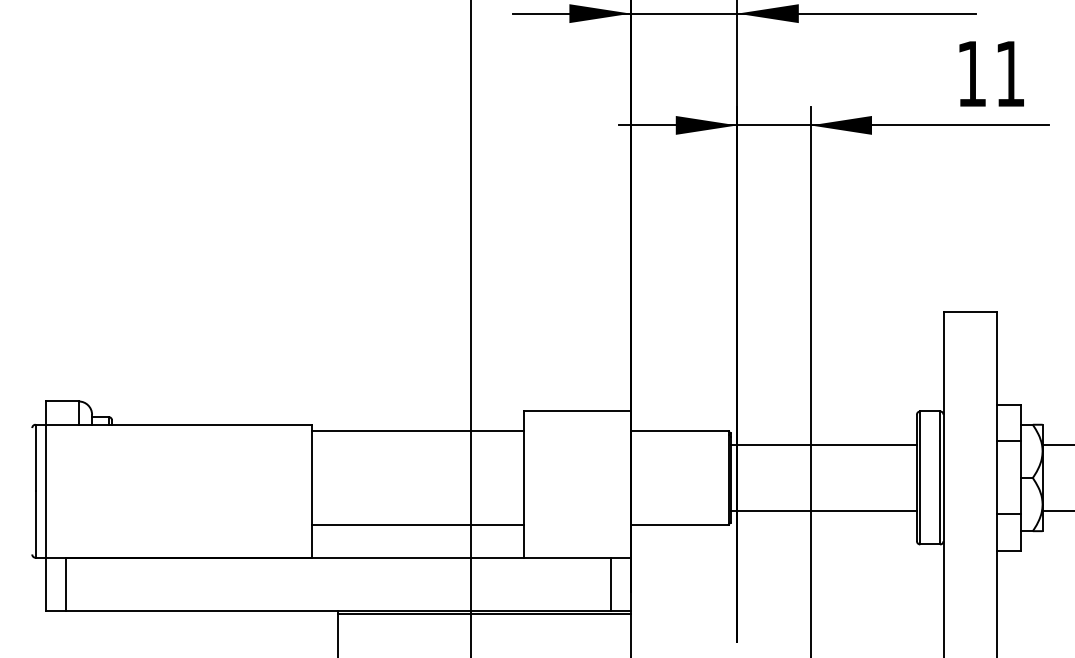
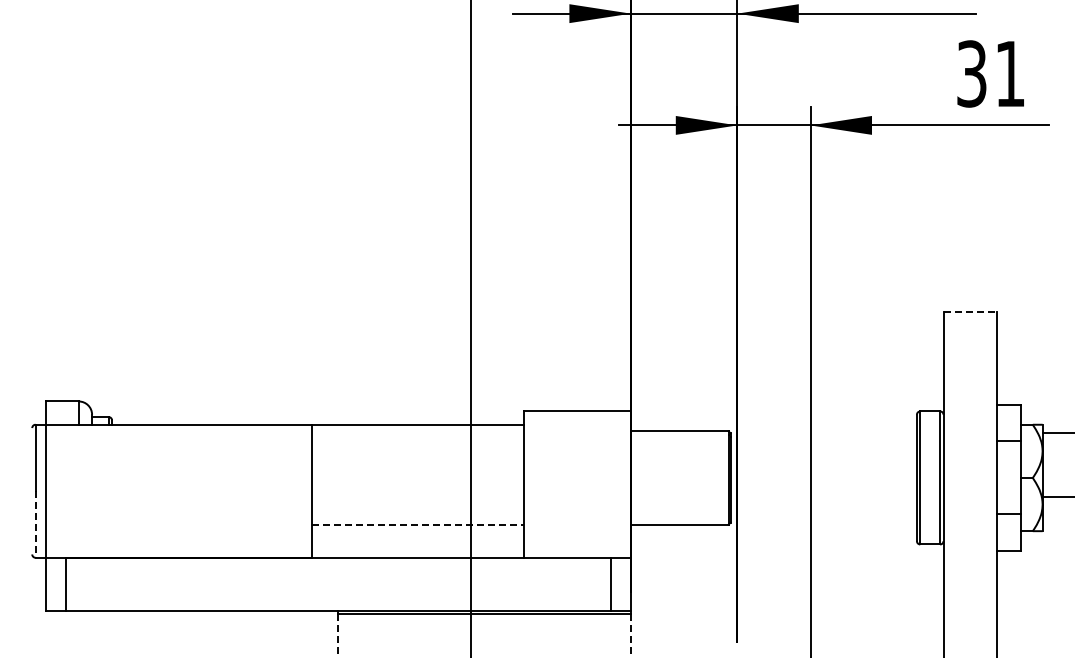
text at (971, 73): 11 -> 31
line at (970, 311): solid -> dashed
line at (417, 431) position: (417, 431) -> (417, 425)
line at (823, 444): present -> none
line at (1056, 444) position: (1056, 444) -> (1056, 432)
line at (823, 511): present -> none
line at (1056, 511) position: (1056, 511) -> (1056, 497)
line at (418, 524): solid -> dashed
line at (35, 525): solid -> dashed
line at (338, 636): solid -> dashed
line at (630, 636): solid -> dashed
